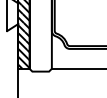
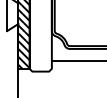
line at (77, 68) position: (77, 68) -> (77, 60)
